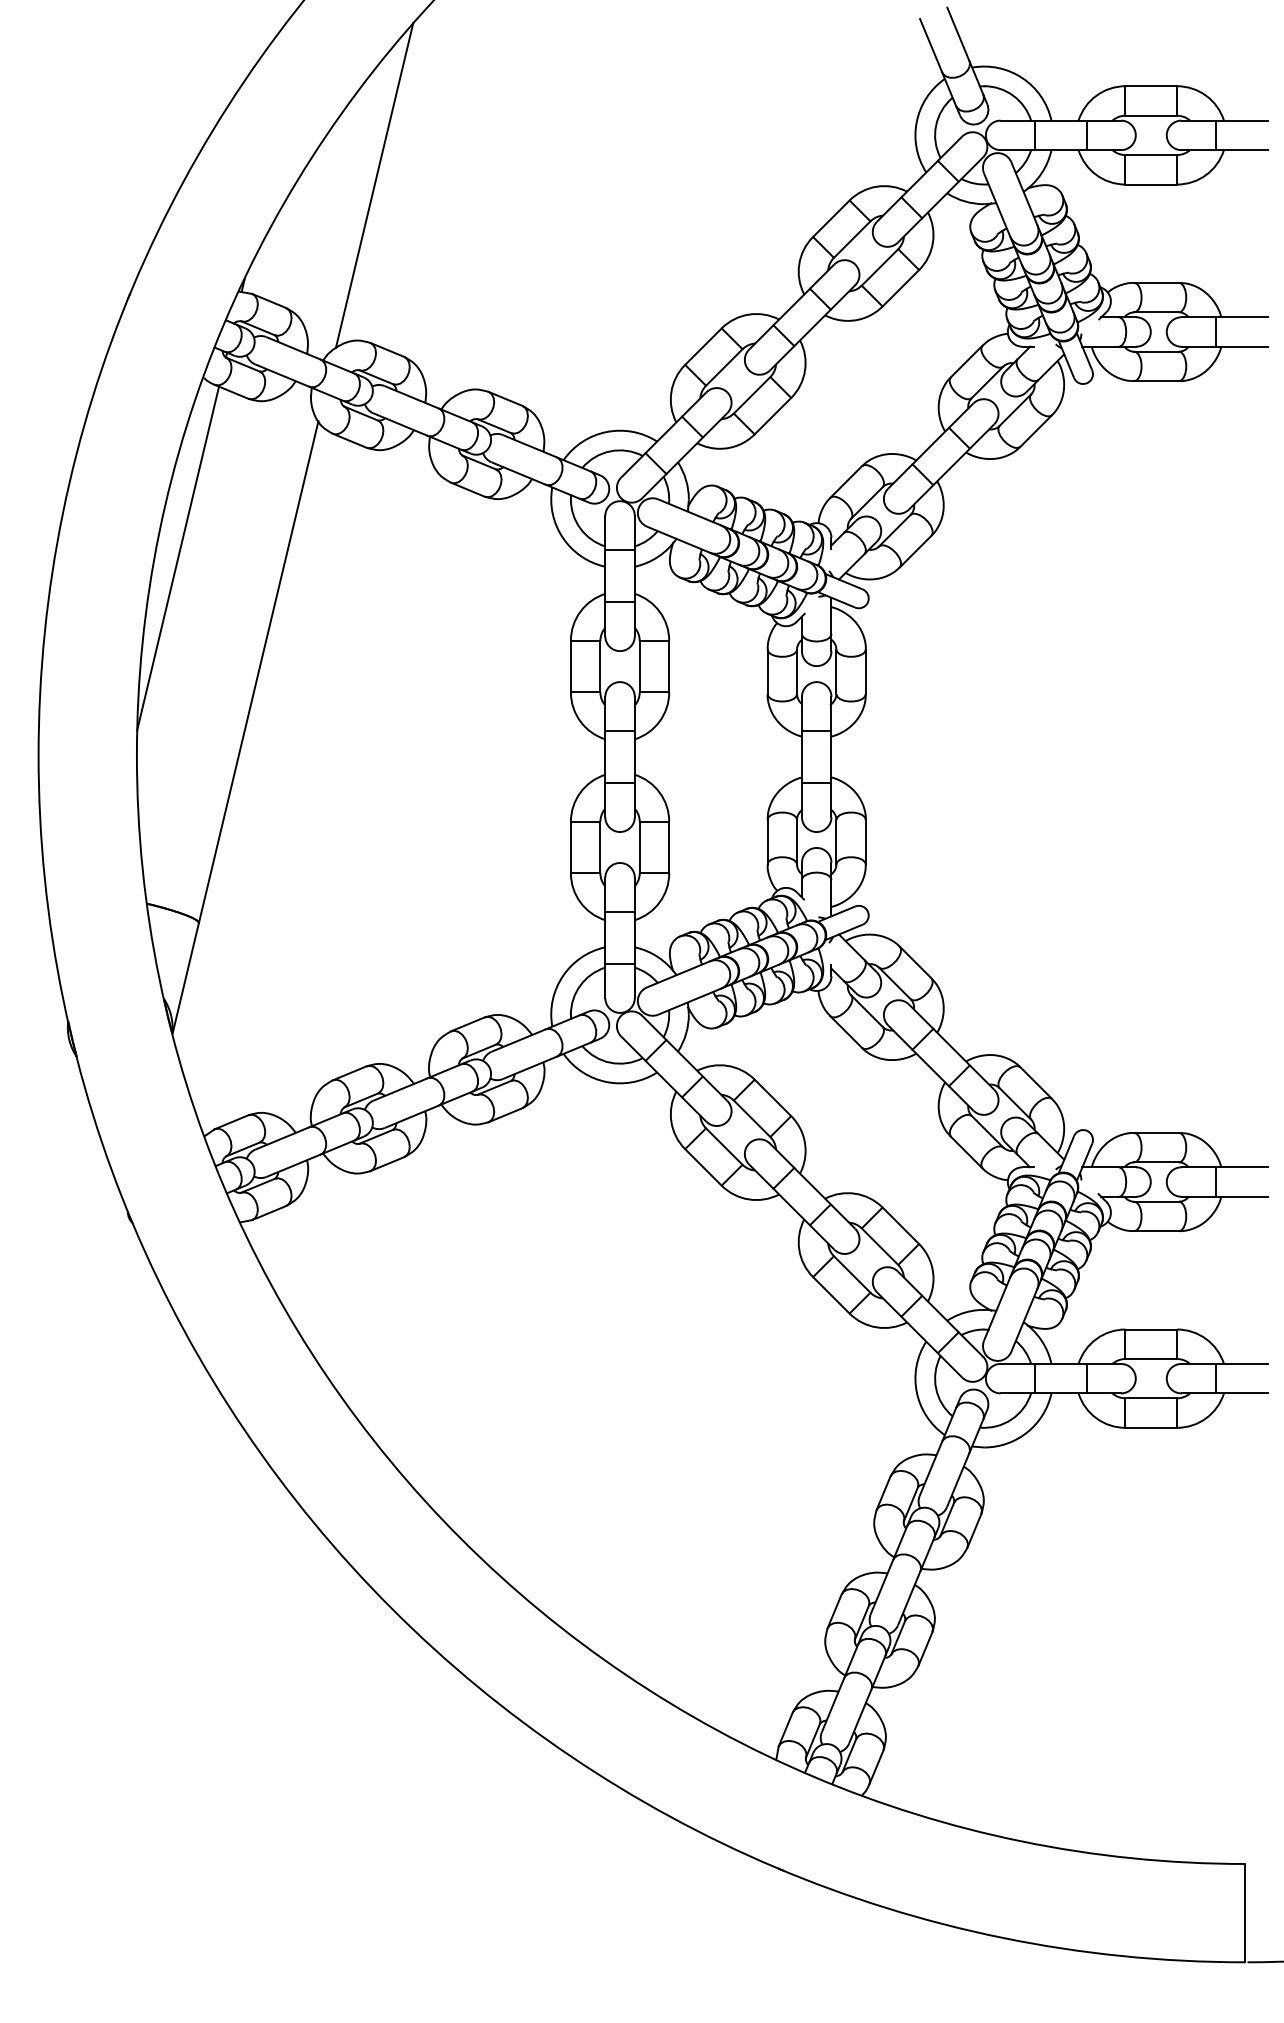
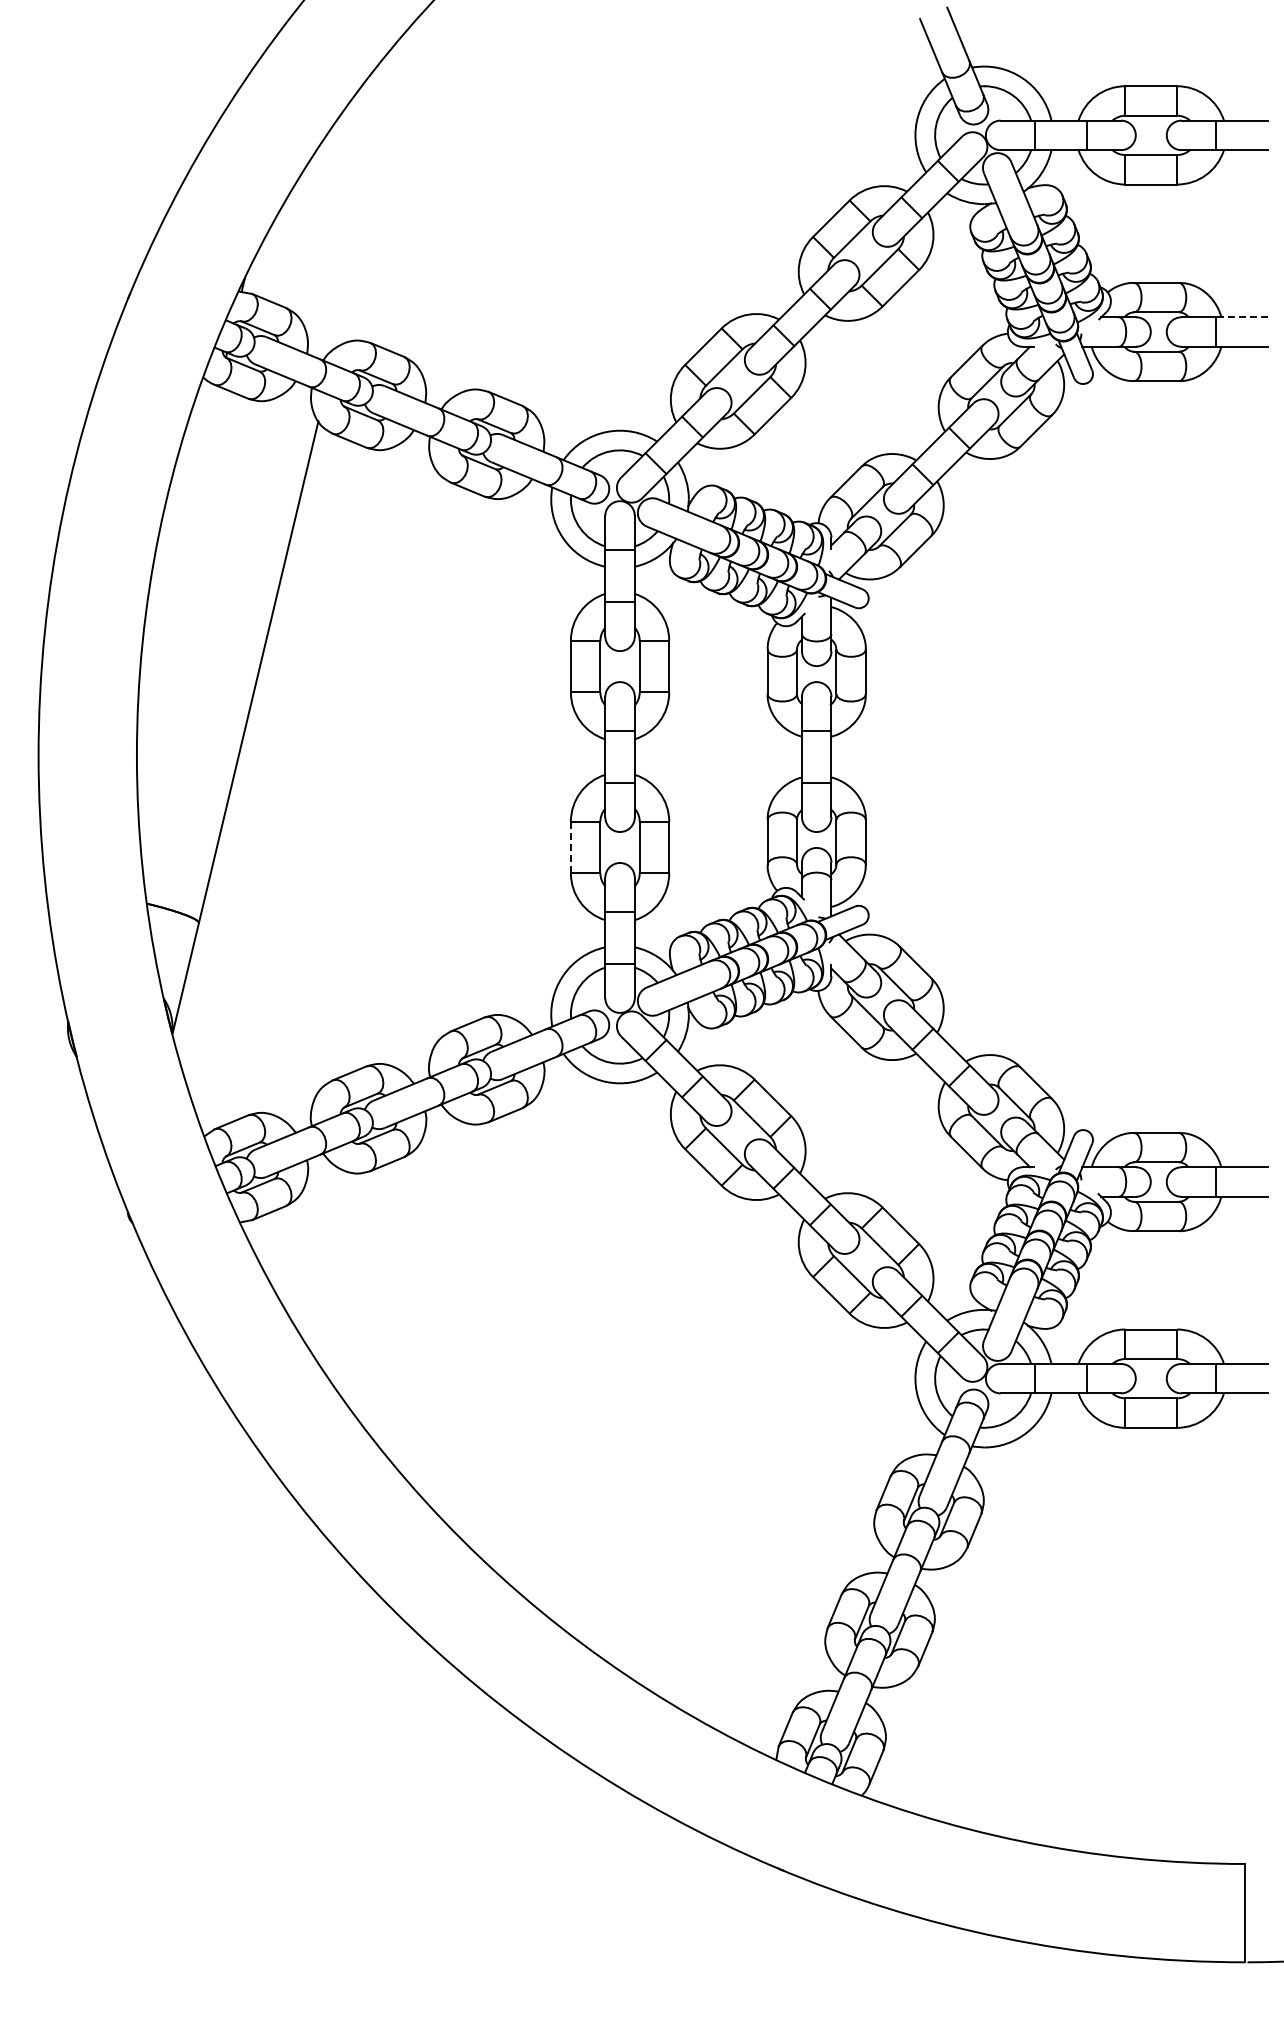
line at (374, 185): present -> none
line at (1241, 317): solid -> dashed
line at (178, 558): present -> none
line at (570, 847): solid -> dashed
